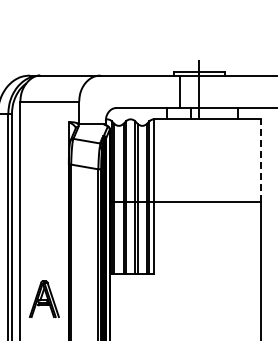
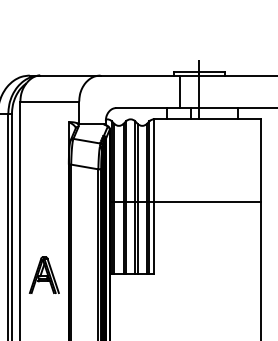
line at (261, 160): dashed -> solid
part at (43, 298) position: (43, 298) -> (43, 274)
